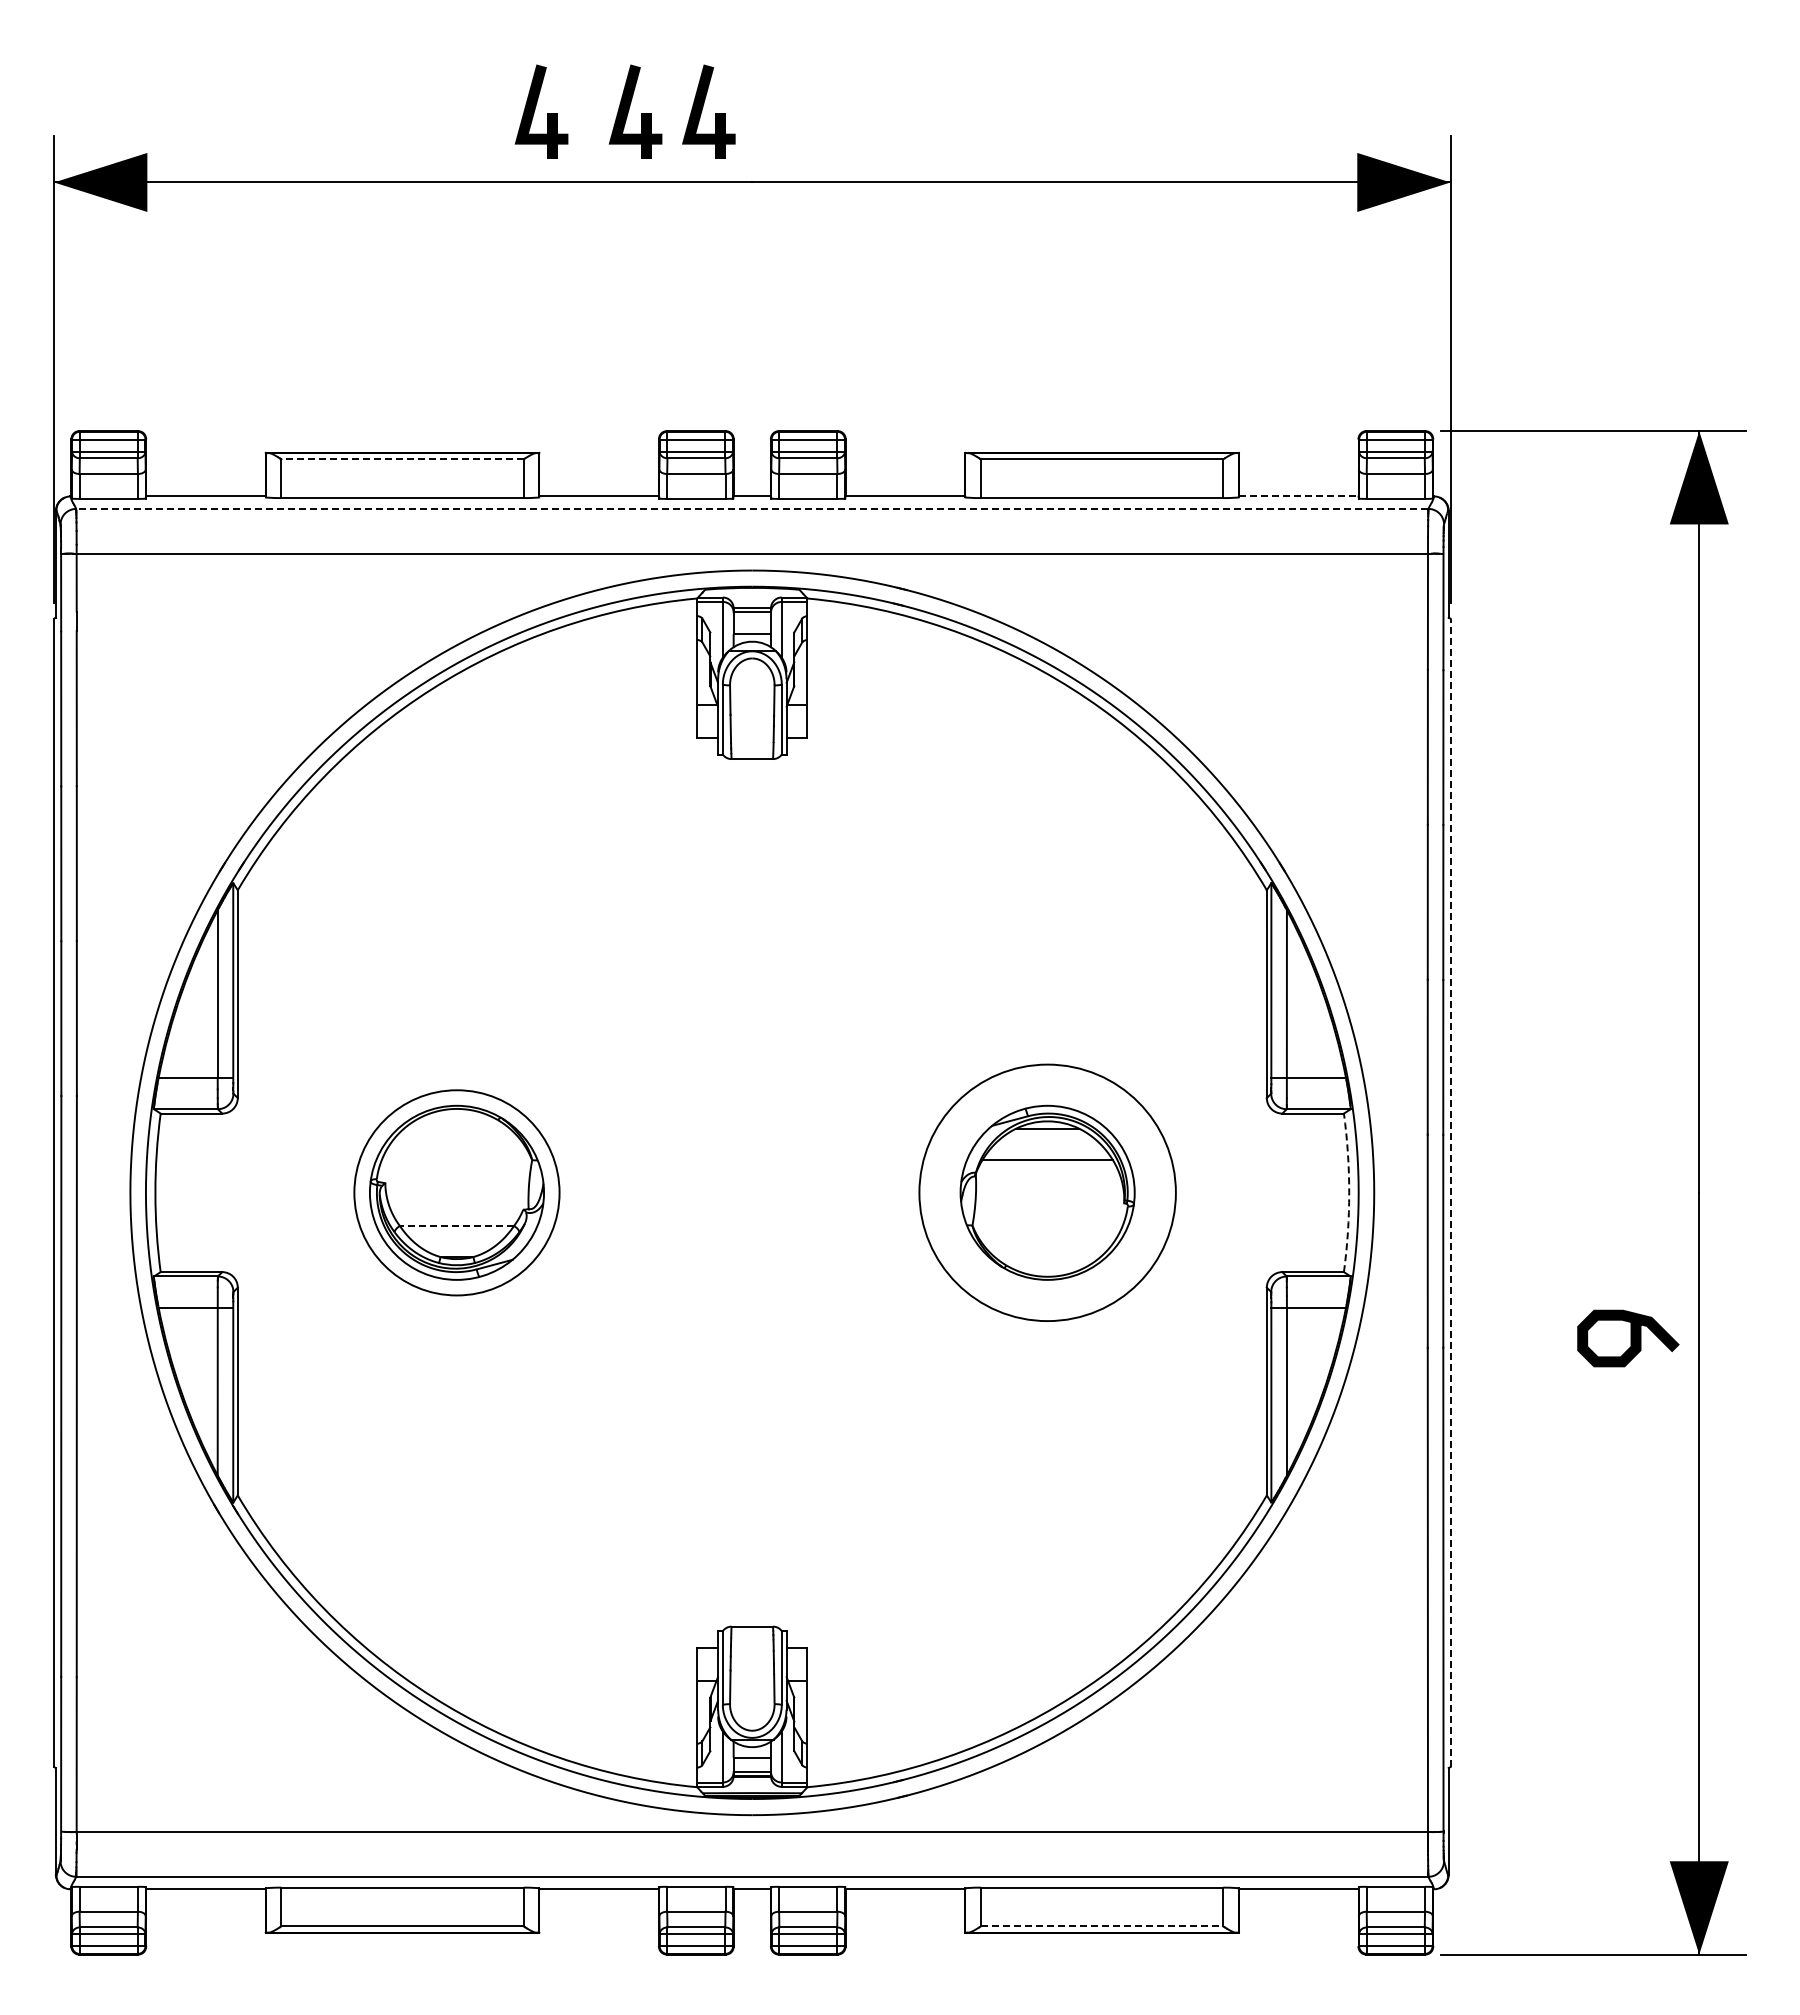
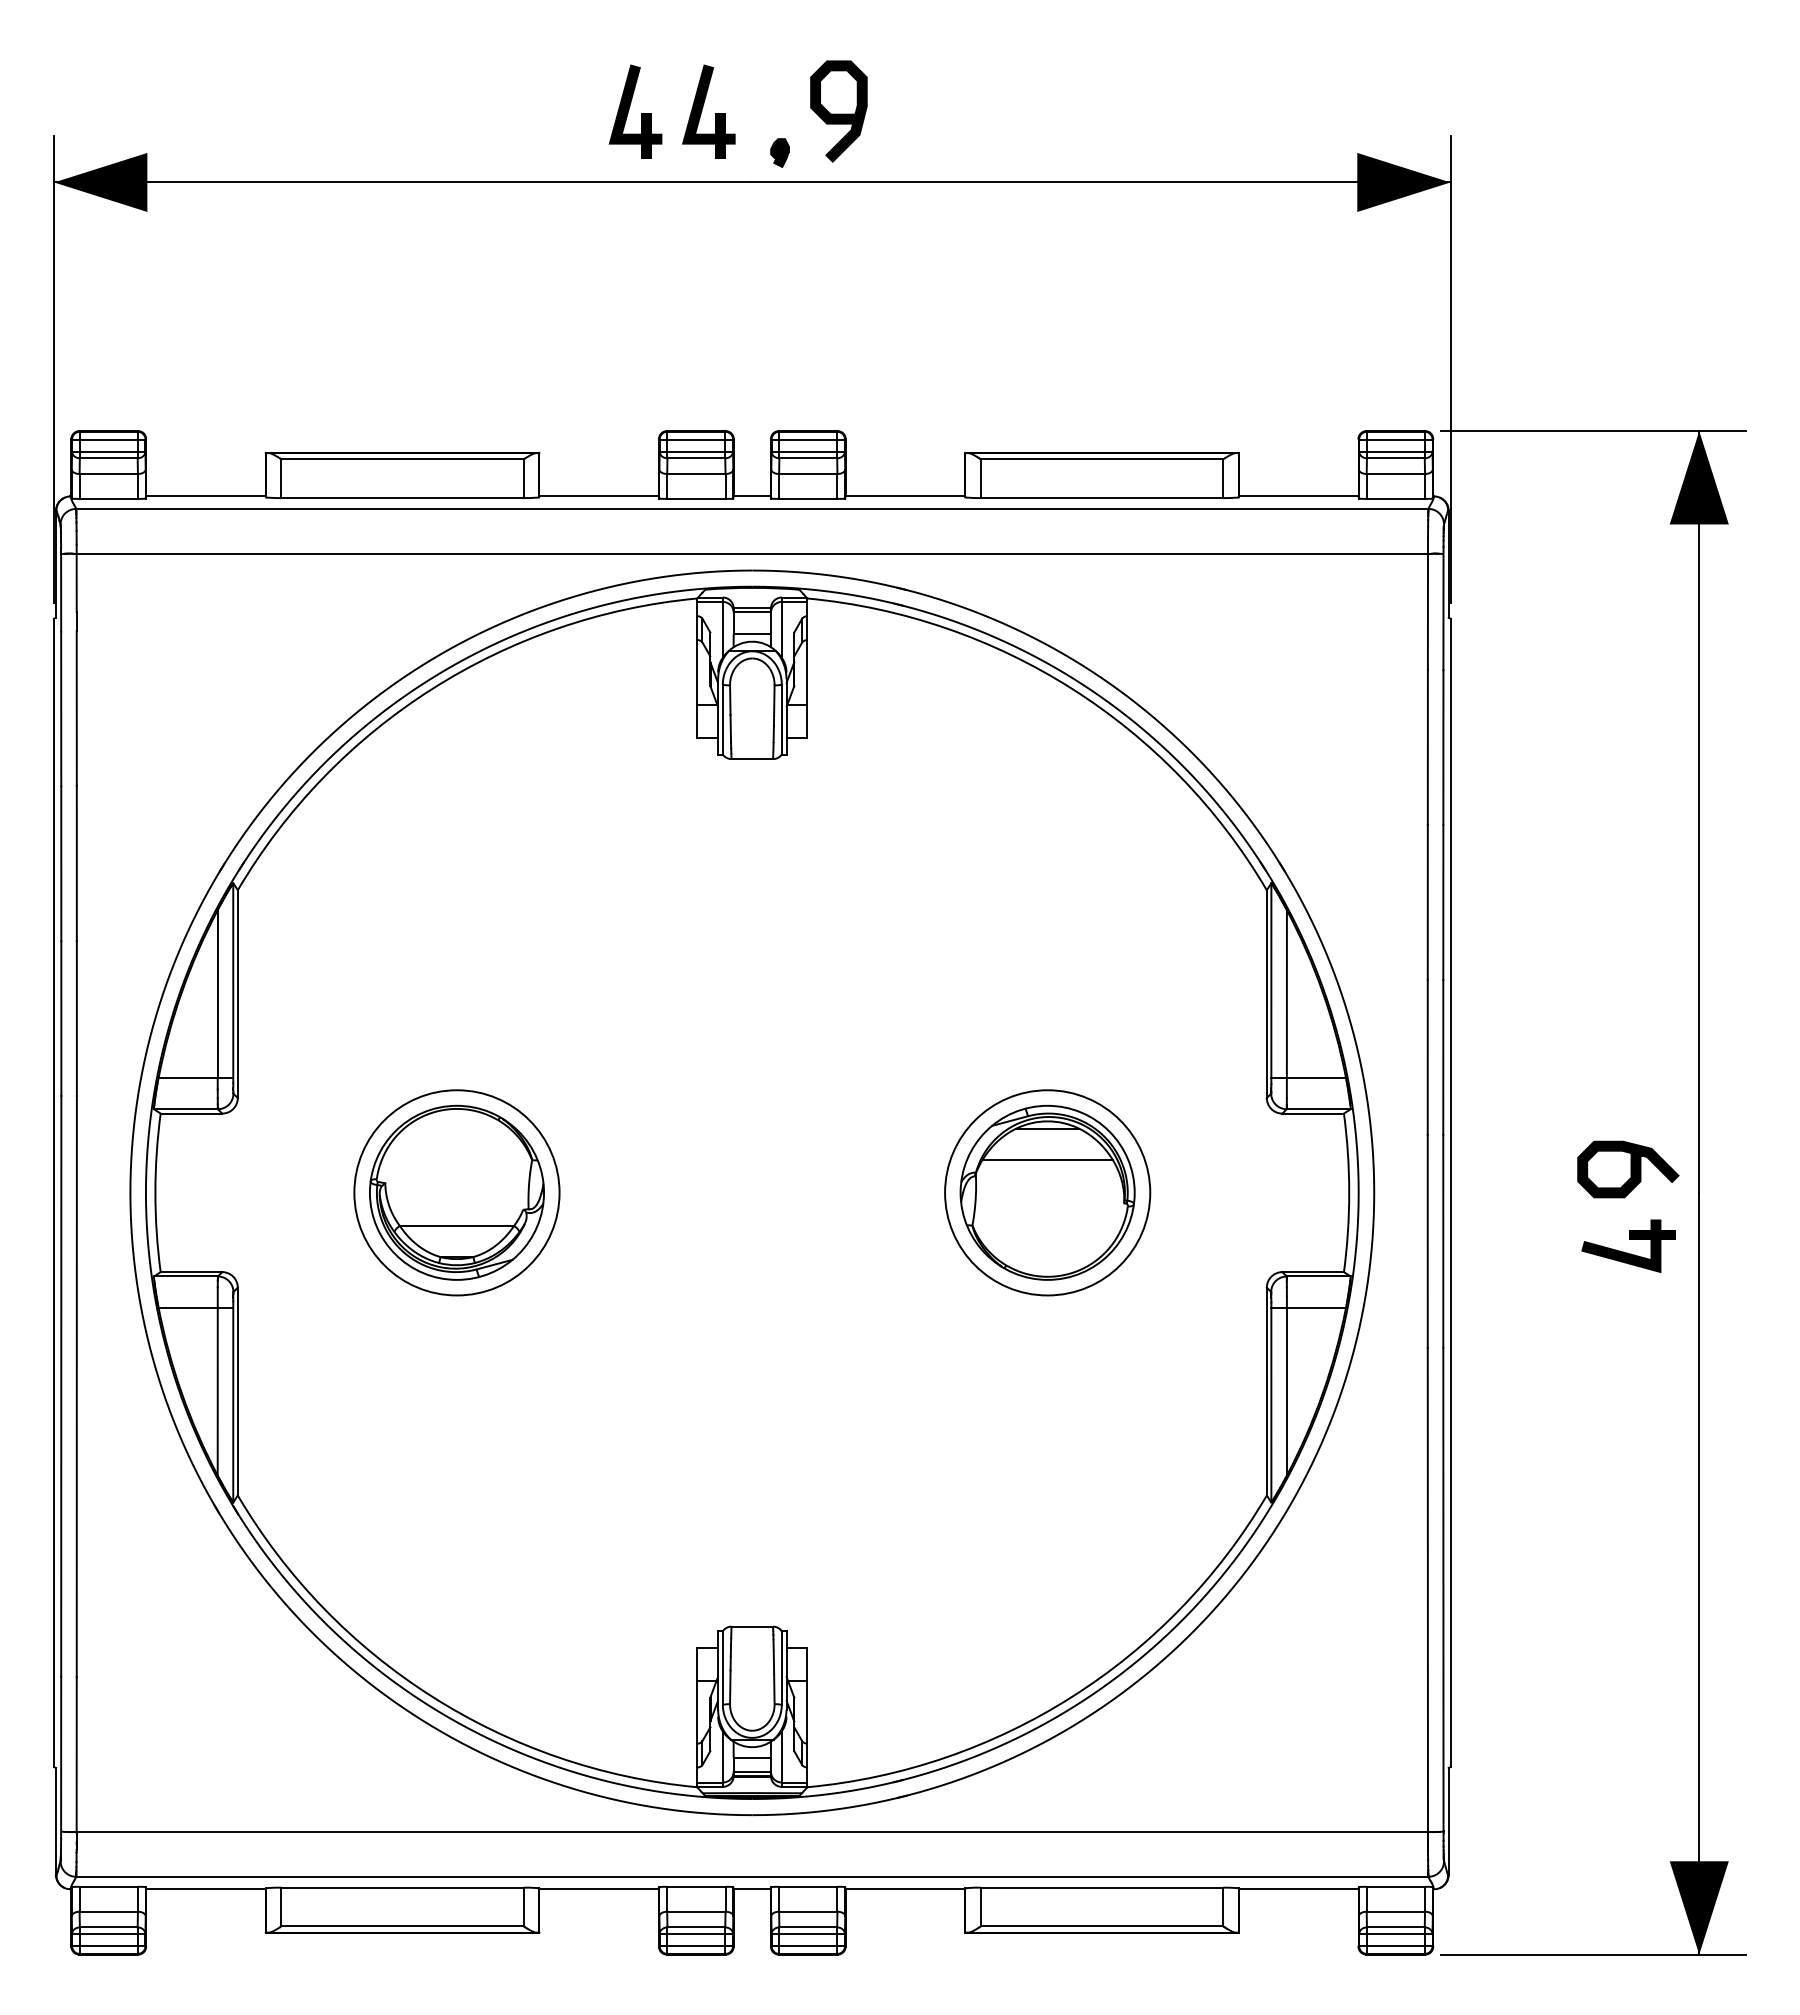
part at (535, 110): present -> none
curve at (838, 113): none -> present
part at (779, 152): none -> present
line at (402, 459): dashed -> solid
line at (1298, 496): dashed -> solid
line at (751, 508): dashed -> solid
circle at (1047, 1192) diameter: 256 px -> 205 px
arc at (1349, 1192): dashed -> solid
line at (1450, 1192): dashed -> solid
line at (456, 1226): dashed -> solid
part at (1629, 1239): none -> present
curve at (1630, 1338) position: (1630, 1338) -> (1630, 1169)
line at (1102, 1926): dashed -> solid
